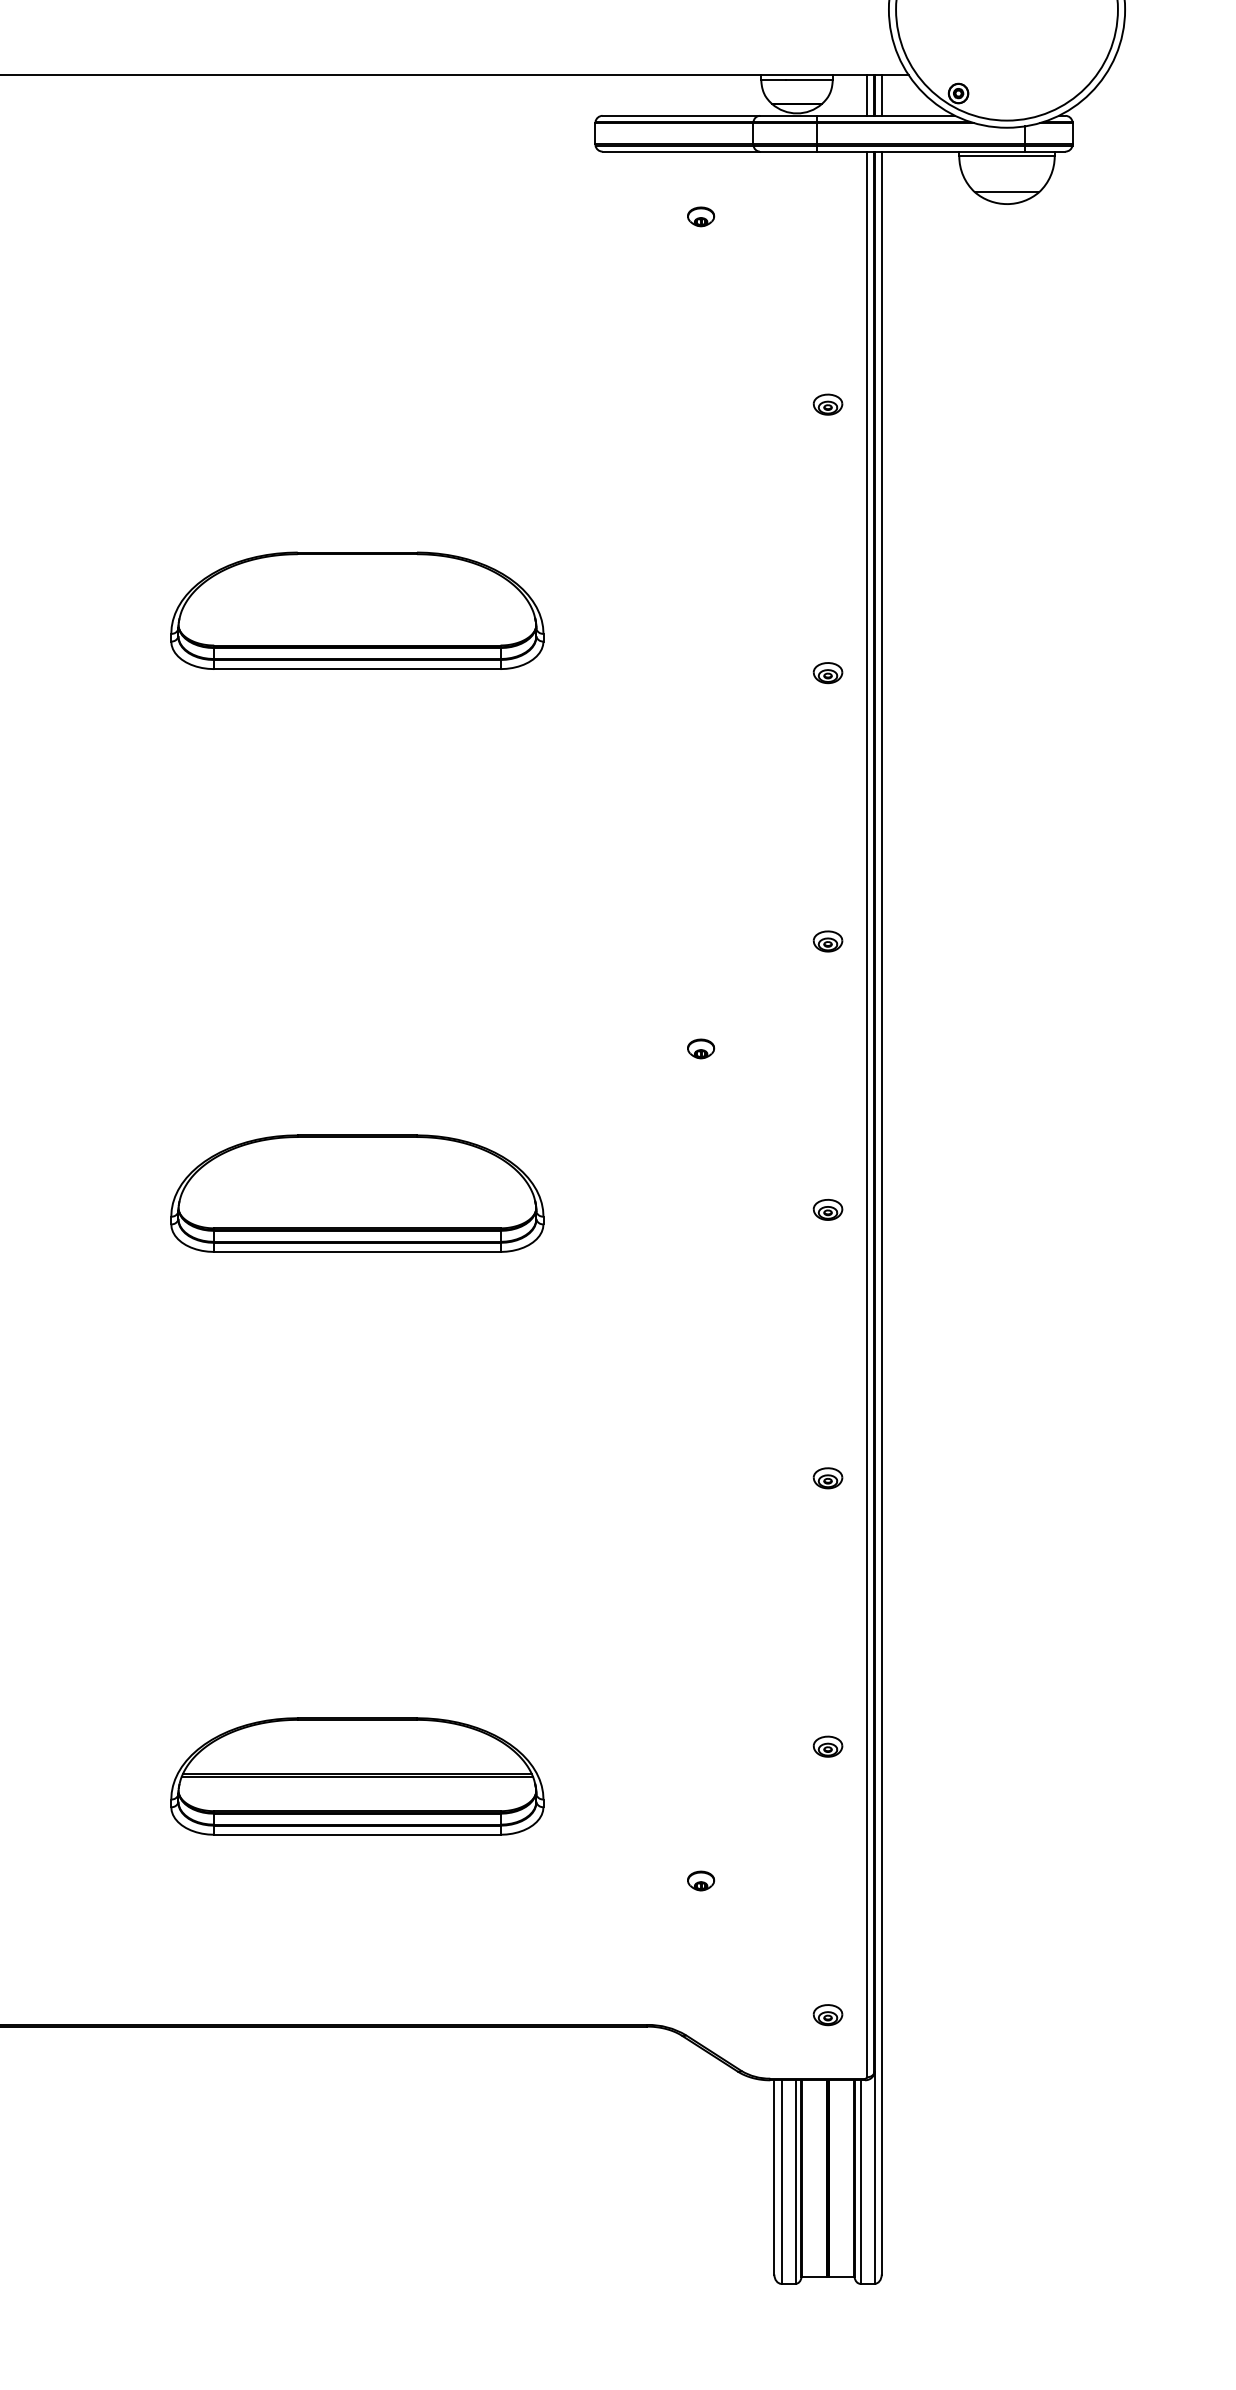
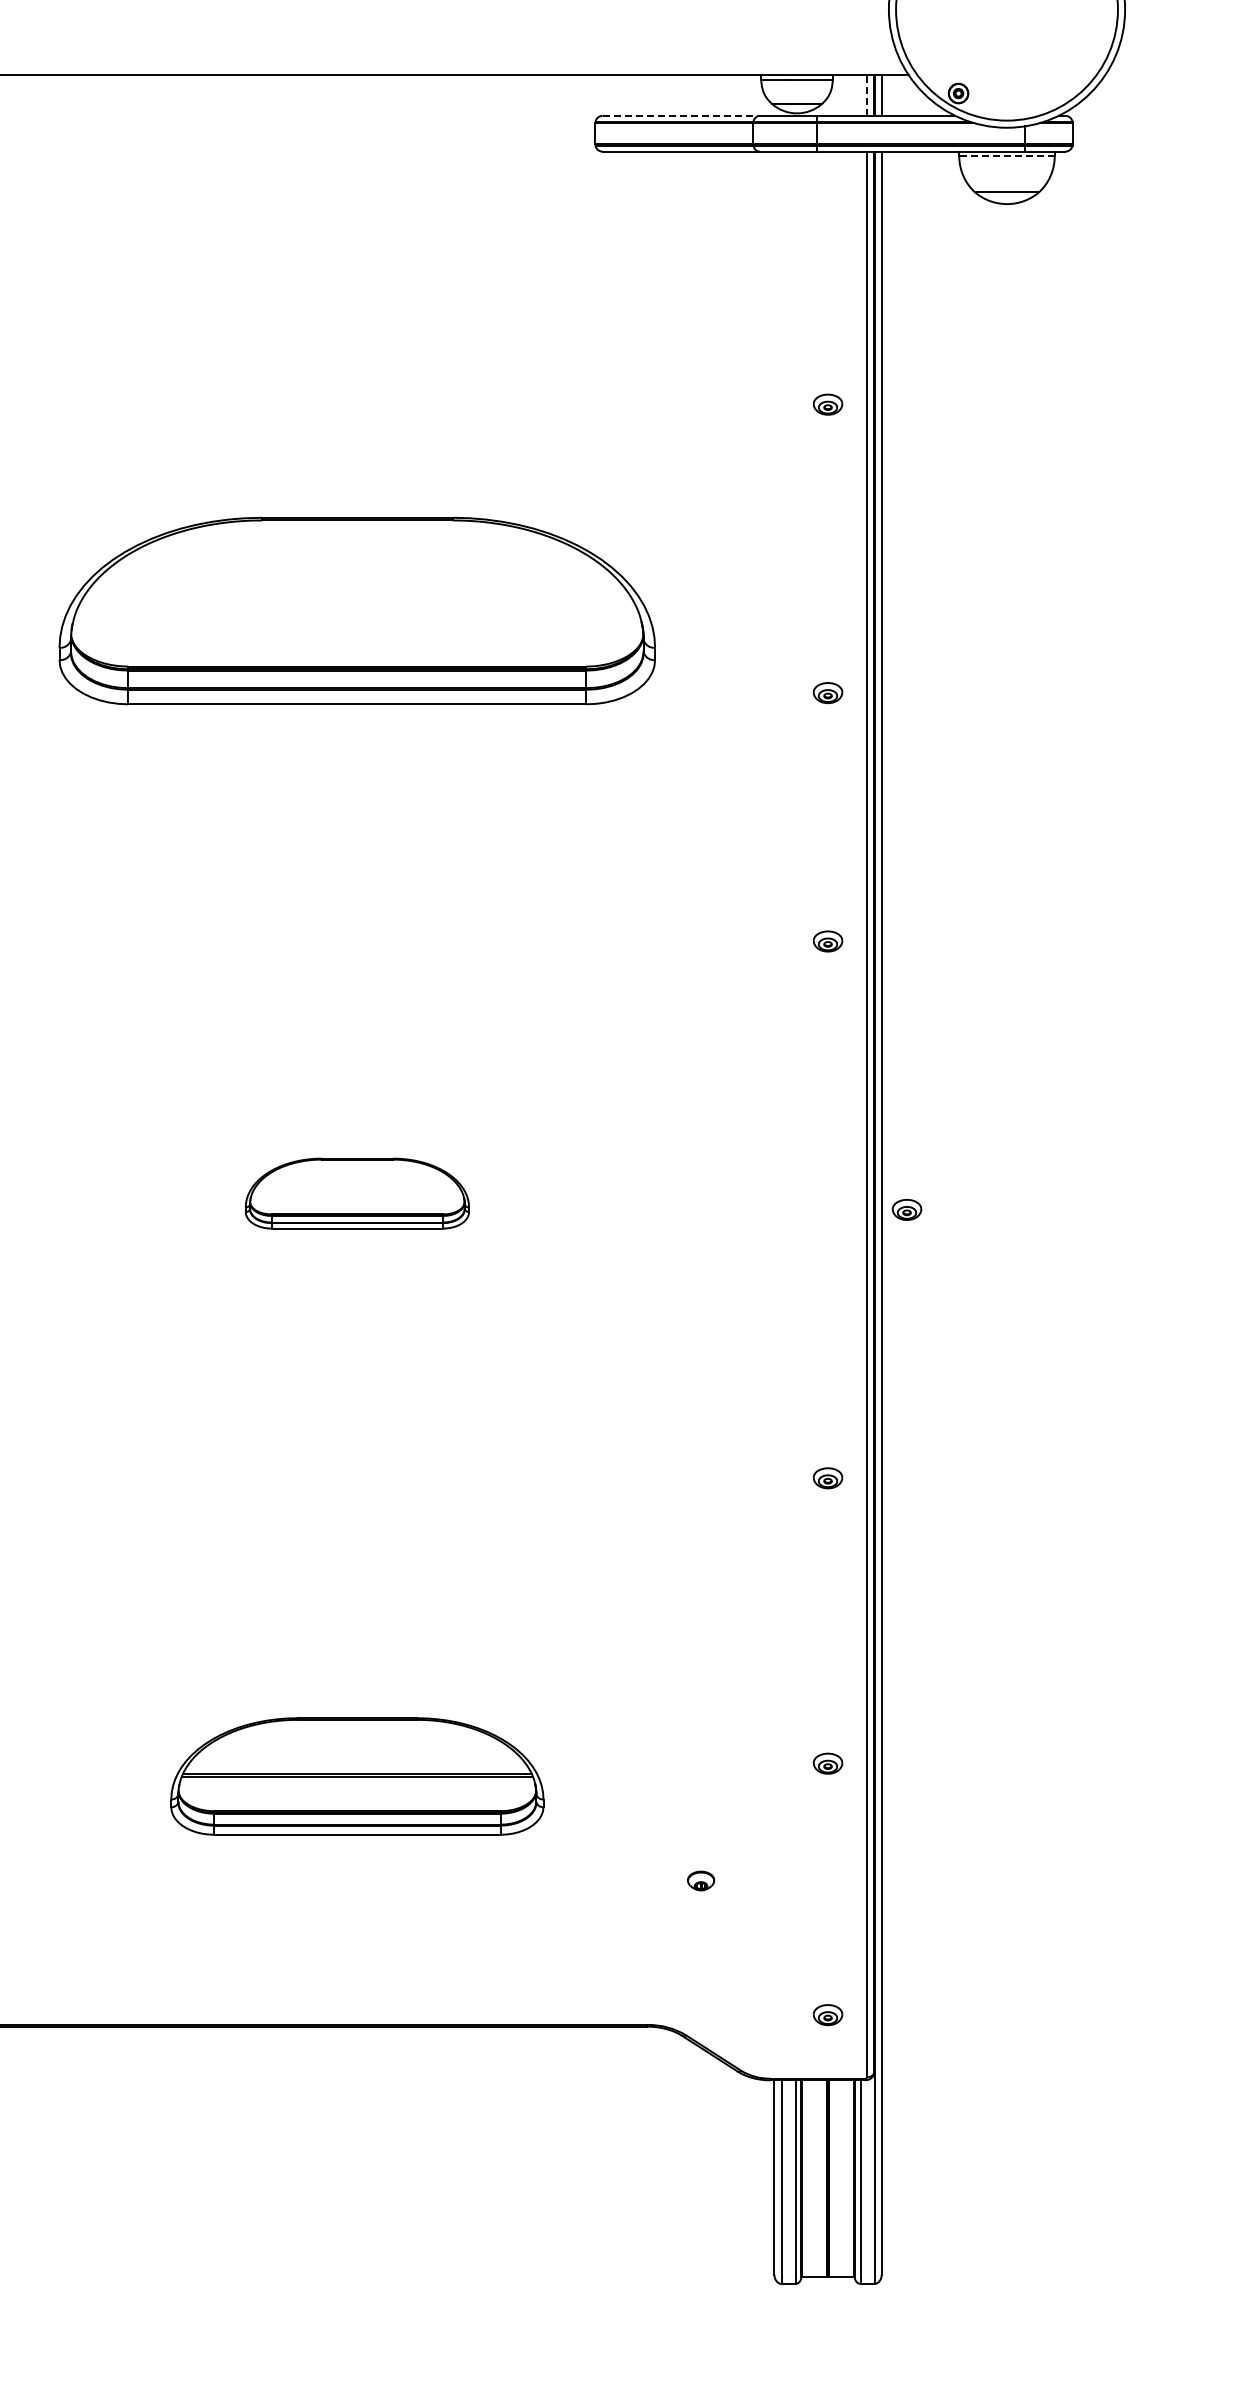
line at (867, 95): solid -> dashed
line at (681, 115): solid -> dashed
line at (1007, 156): solid -> dashed
part at (701, 216): present -> none
part at (357, 610) size: 375x119 px -> 598x190 px
part at (827, 673) position: (827, 673) -> (827, 693)
part at (701, 1048): present -> none
part at (357, 1193) size: 375x119 px -> 226x73 px
part at (827, 1209) position: (827, 1209) -> (906, 1209)
part at (827, 1746) position: (827, 1746) -> (827, 1763)
